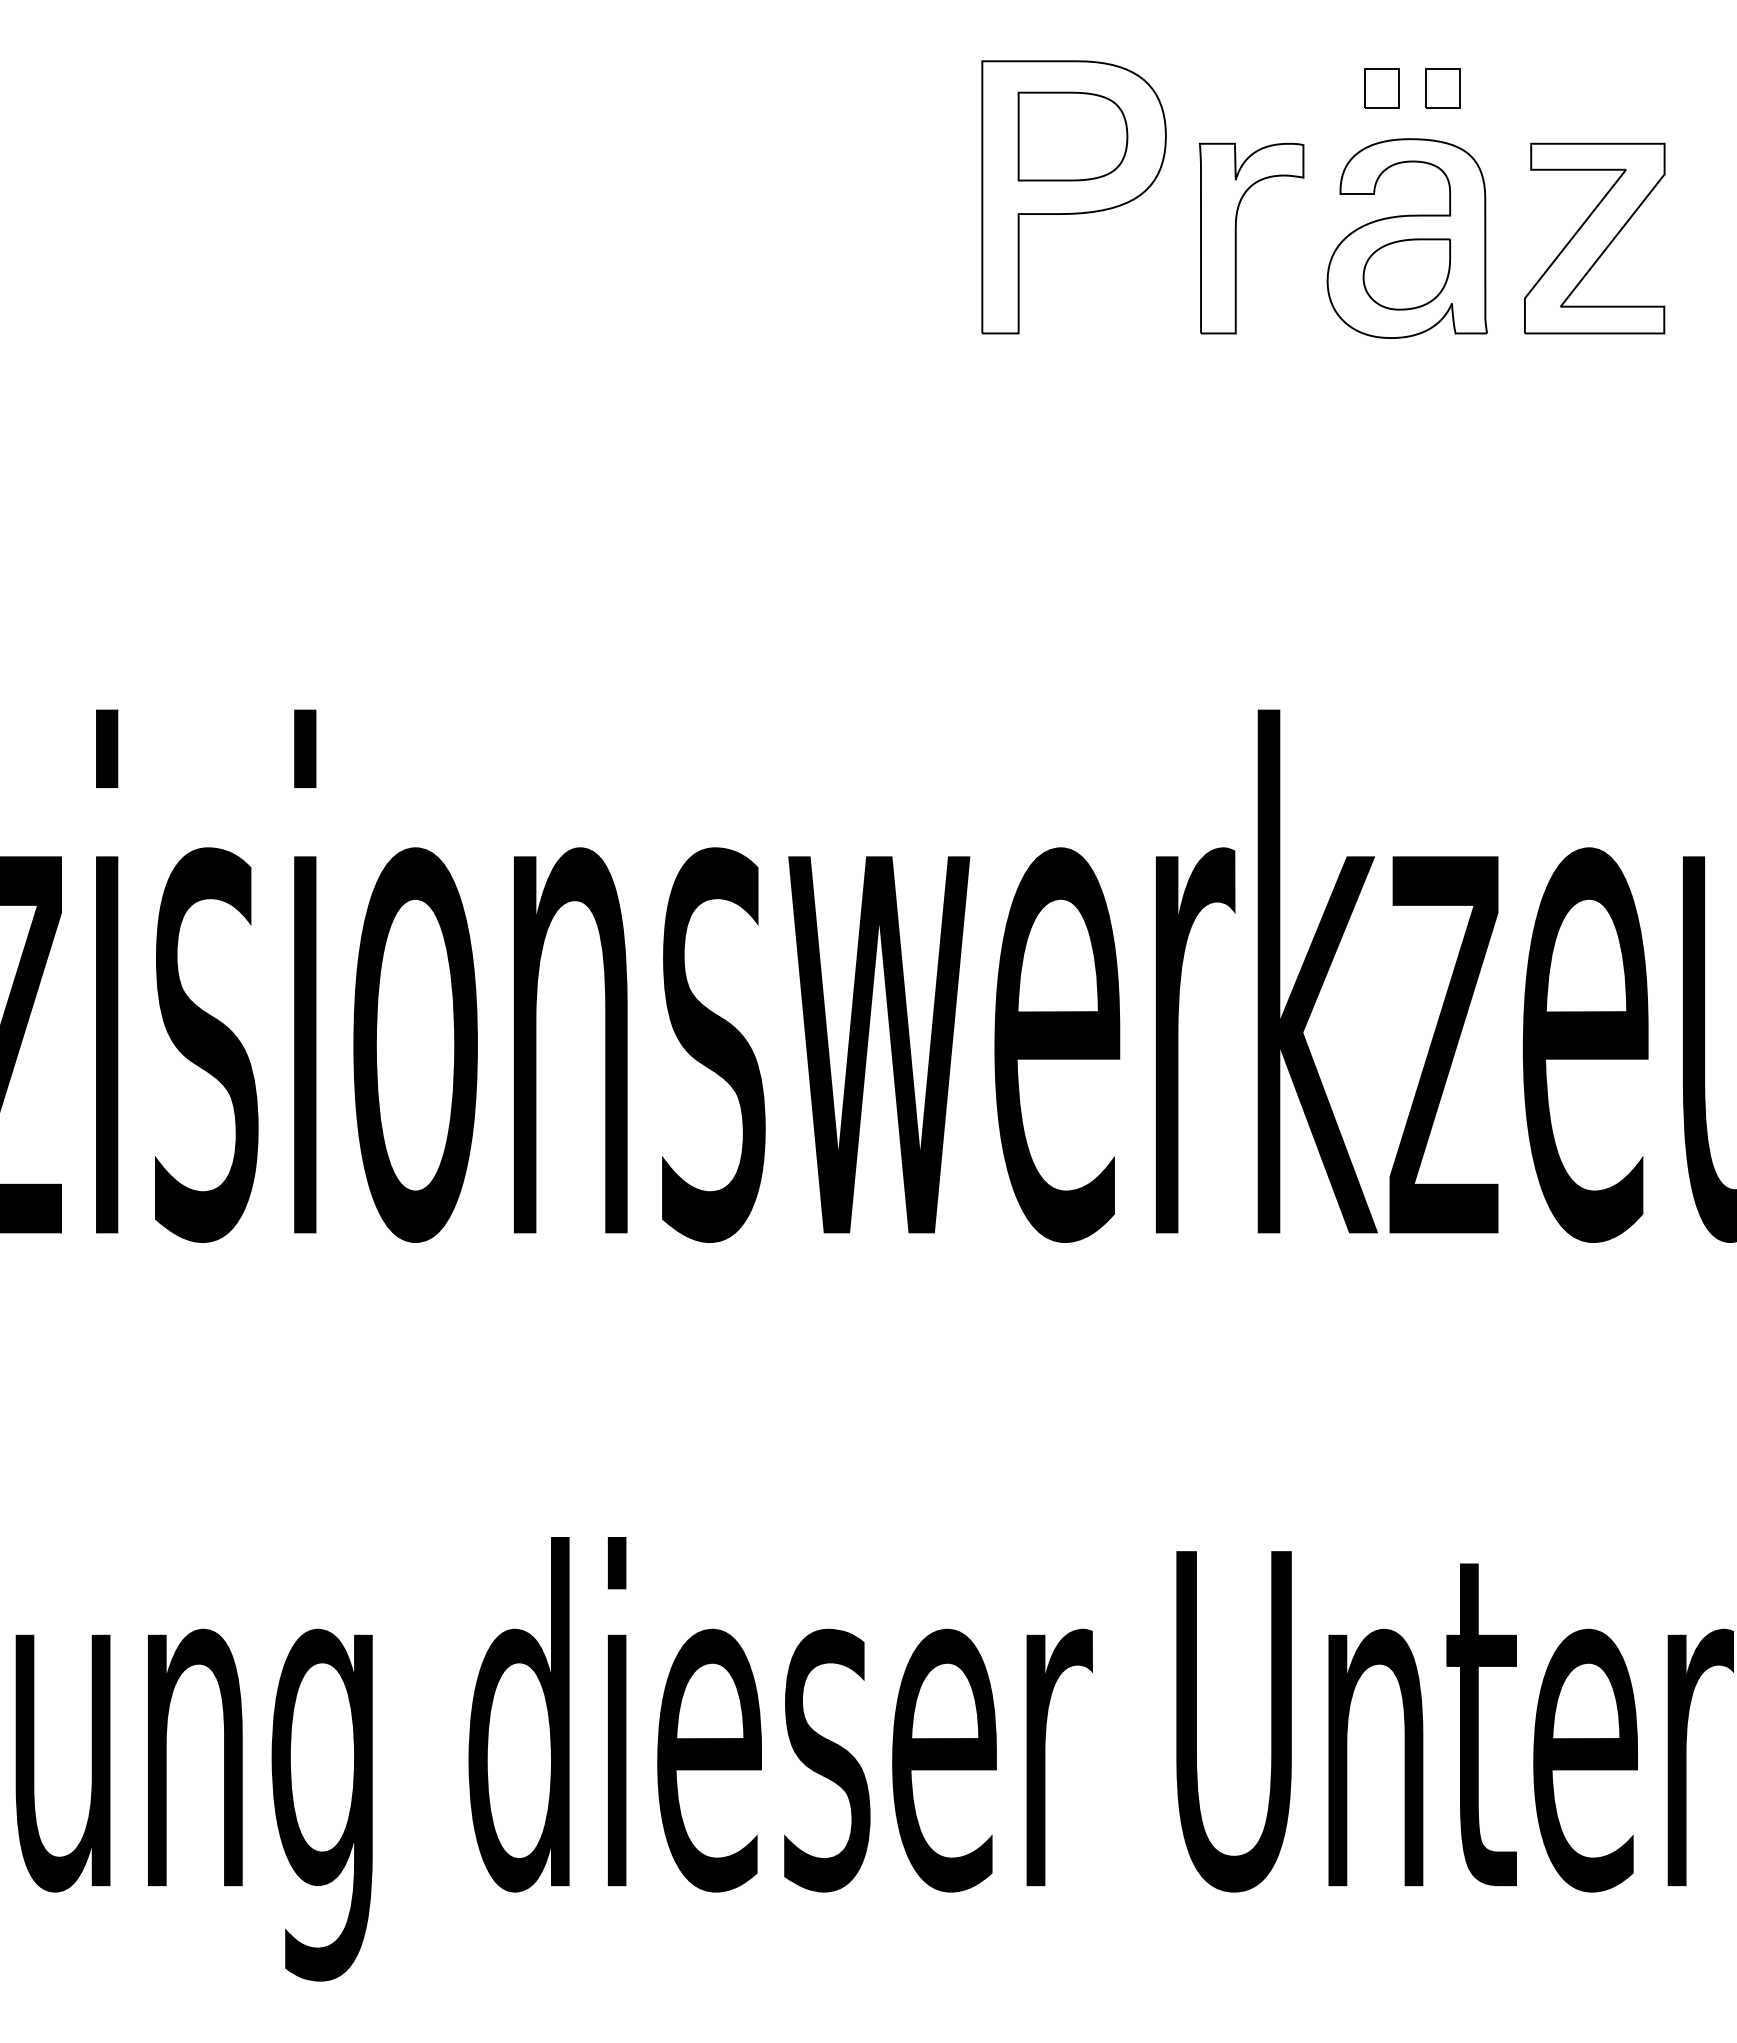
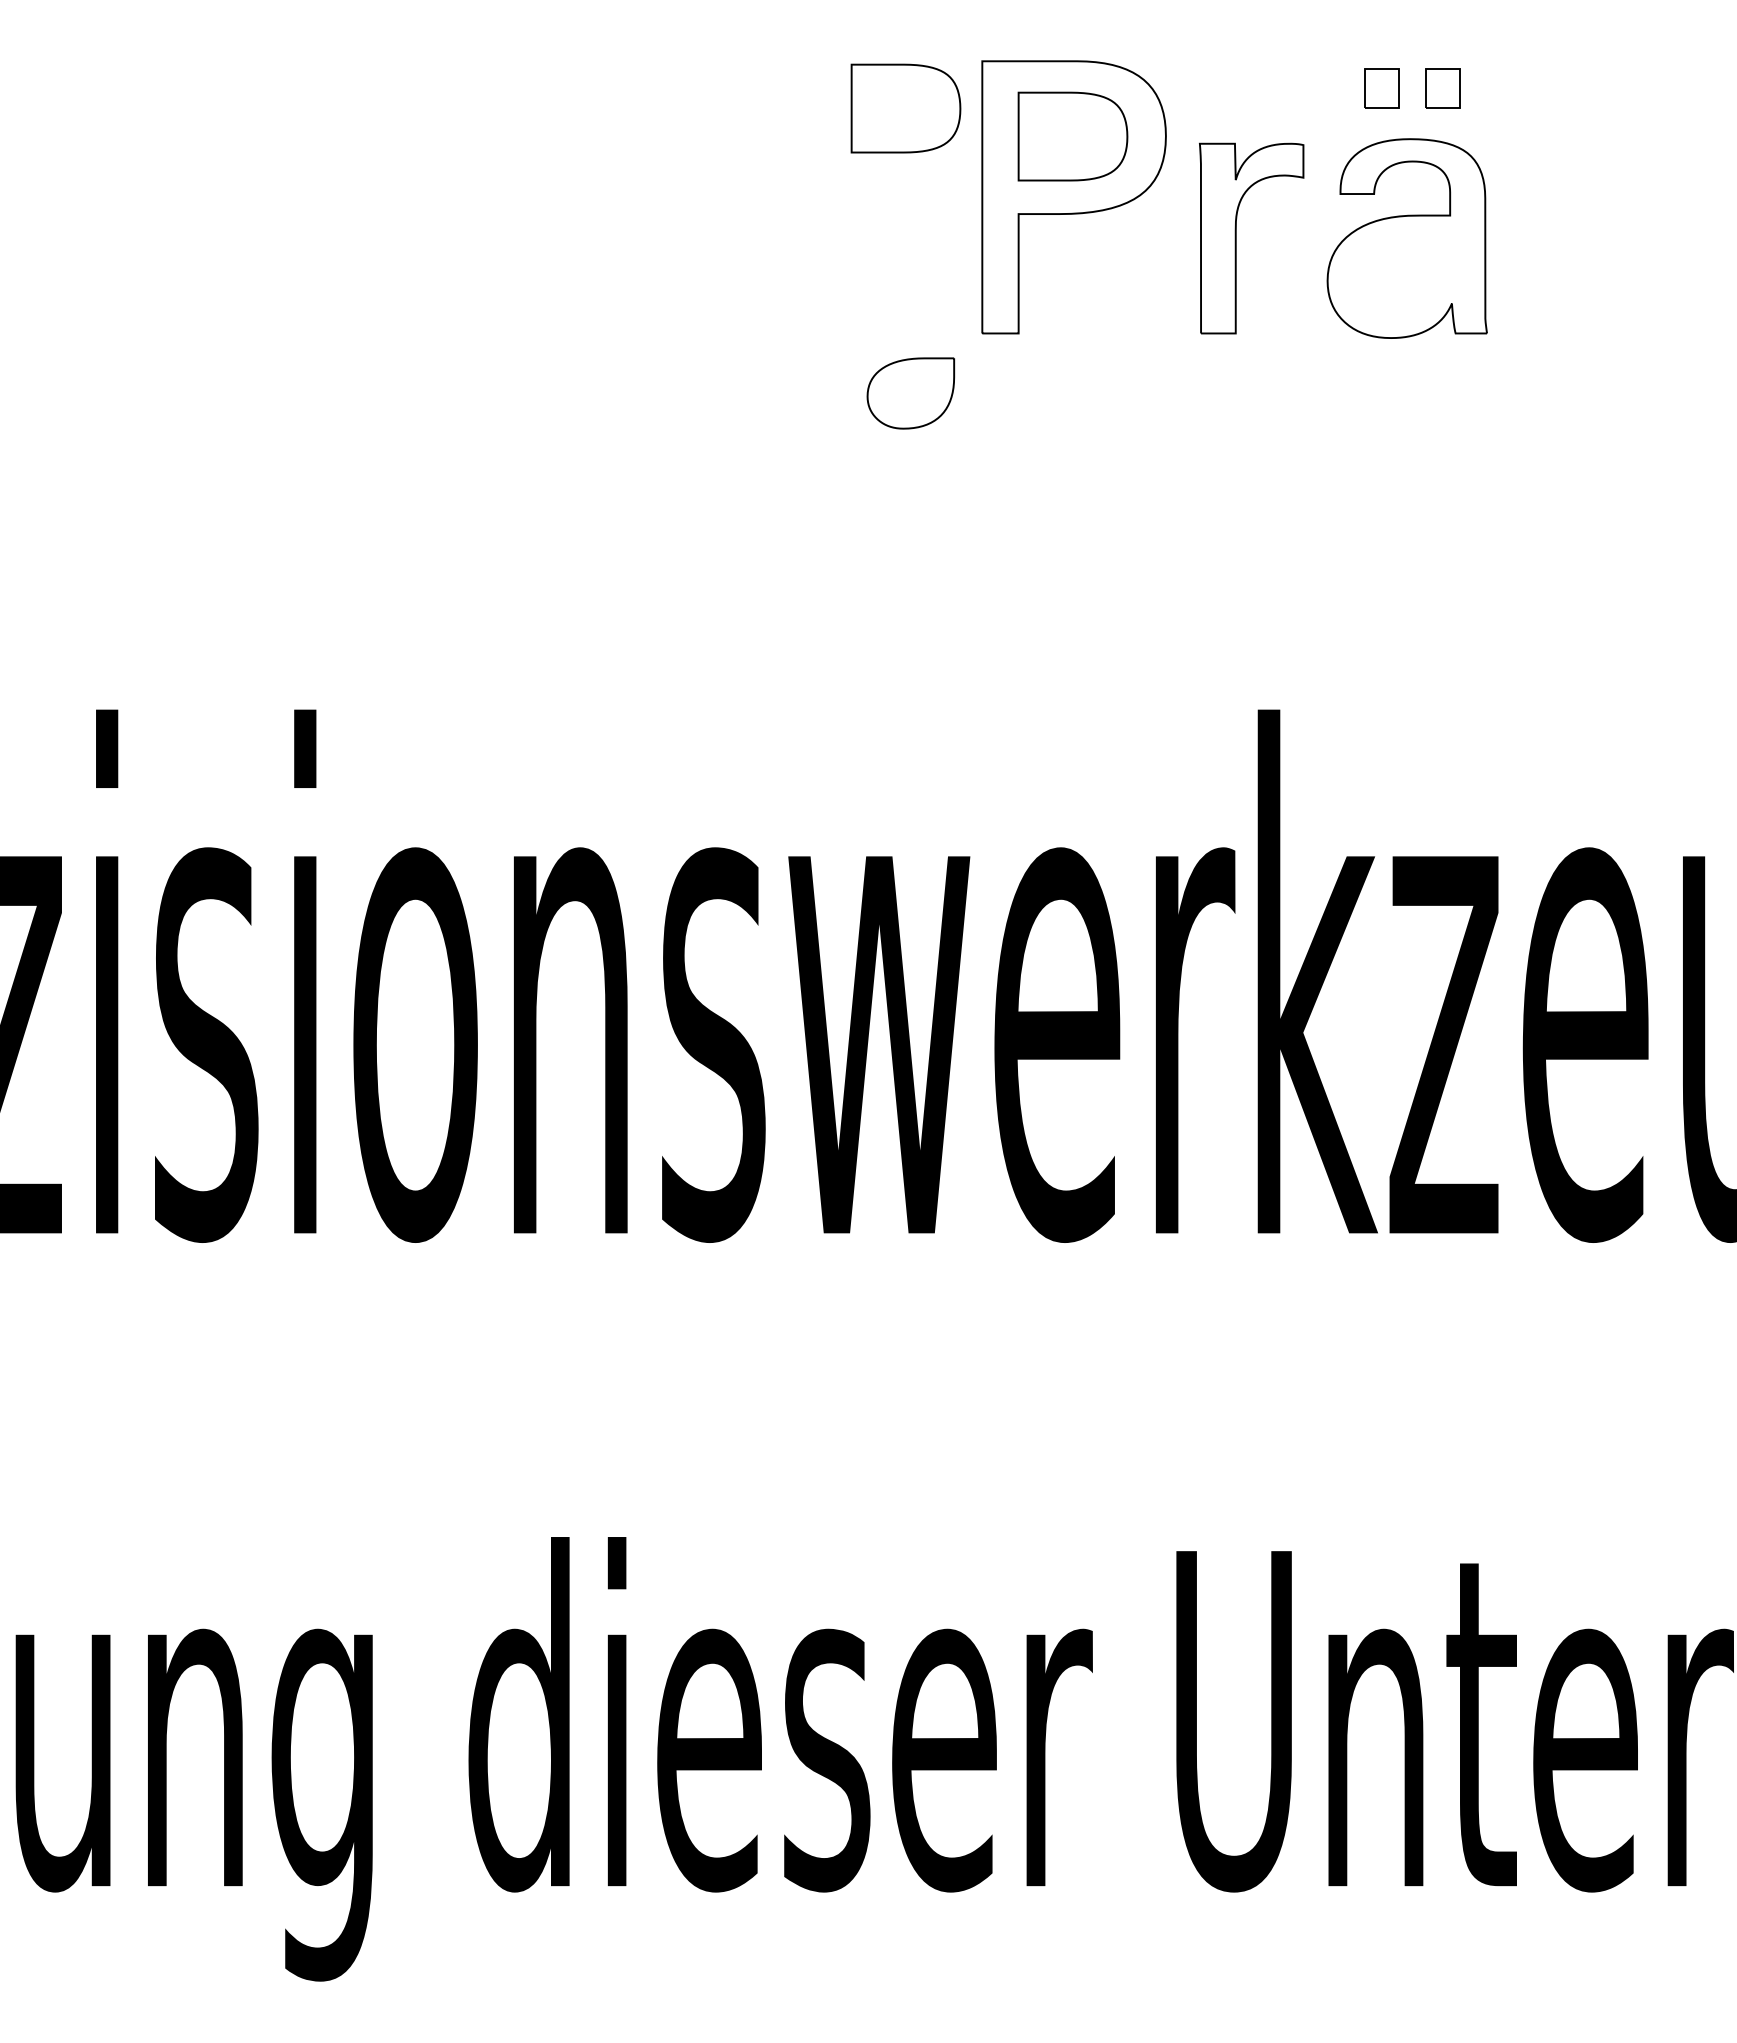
part at (905, 108): none -> present
part at (1594, 238): present -> none
part at (1406, 274) position: (1406, 274) -> (910, 393)
